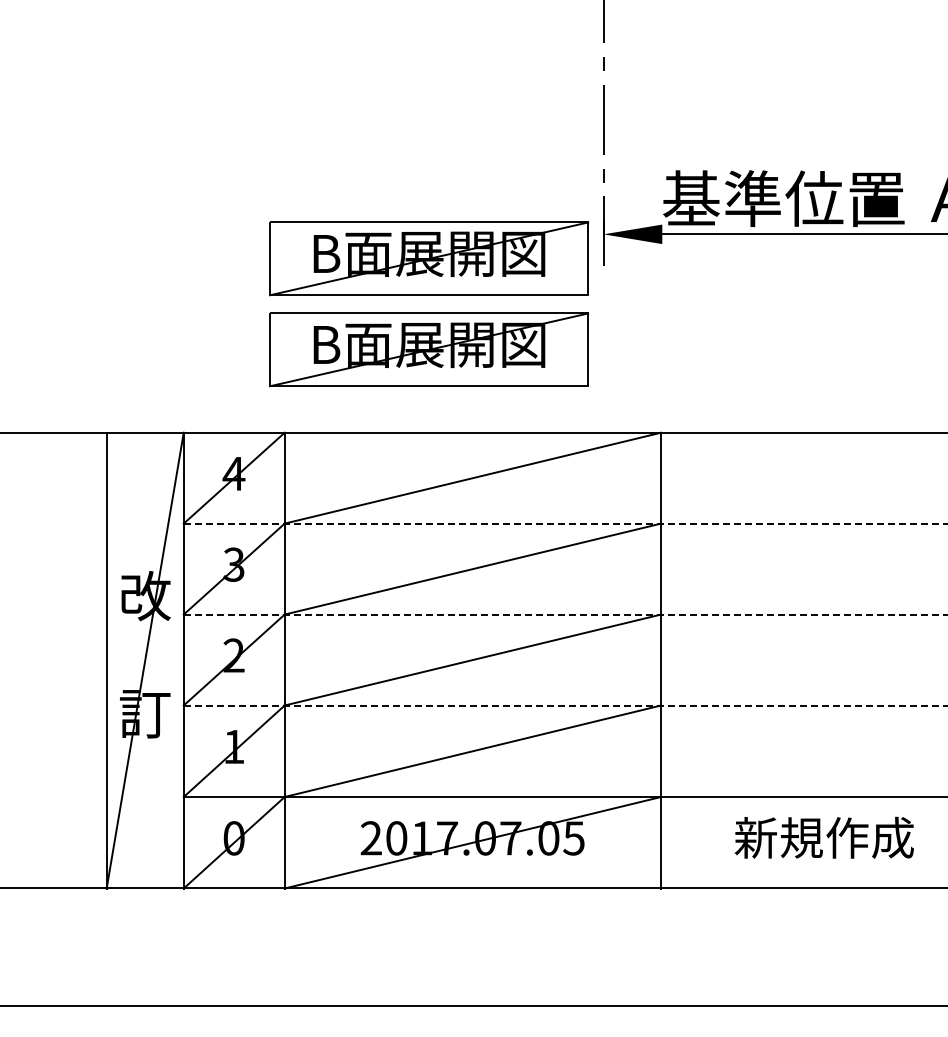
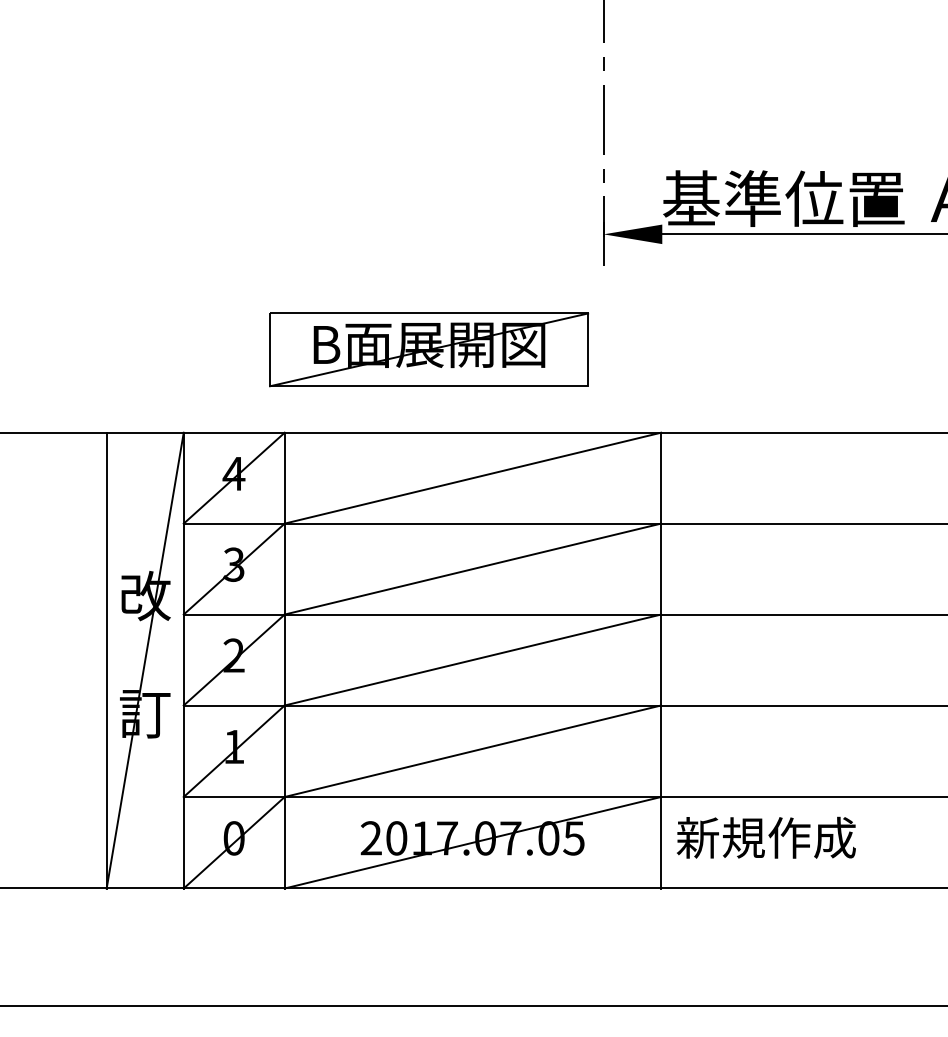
part at (428, 258): present -> none
line at (565, 523): dashed -> solid
line at (565, 614): dashed -> solid
line at (565, 705): dashed -> solid
text at (824, 837) position: (824, 837) -> (766, 837)
